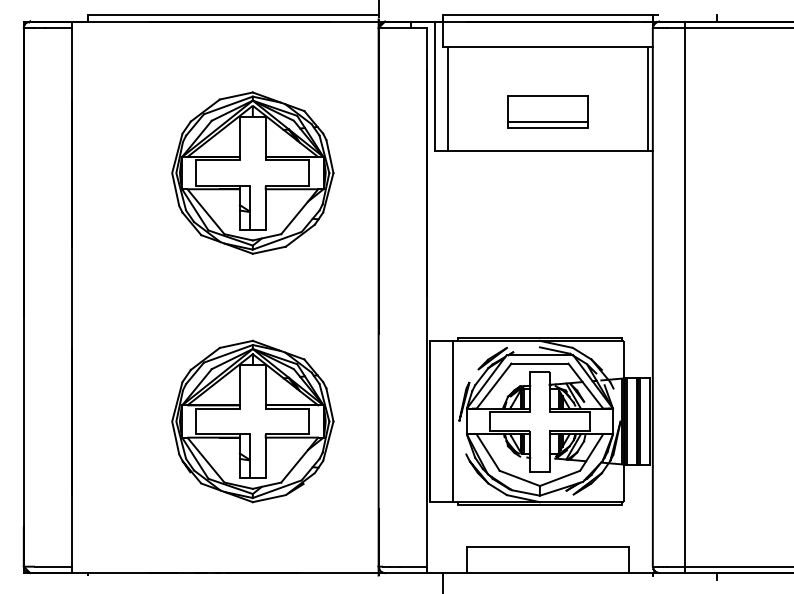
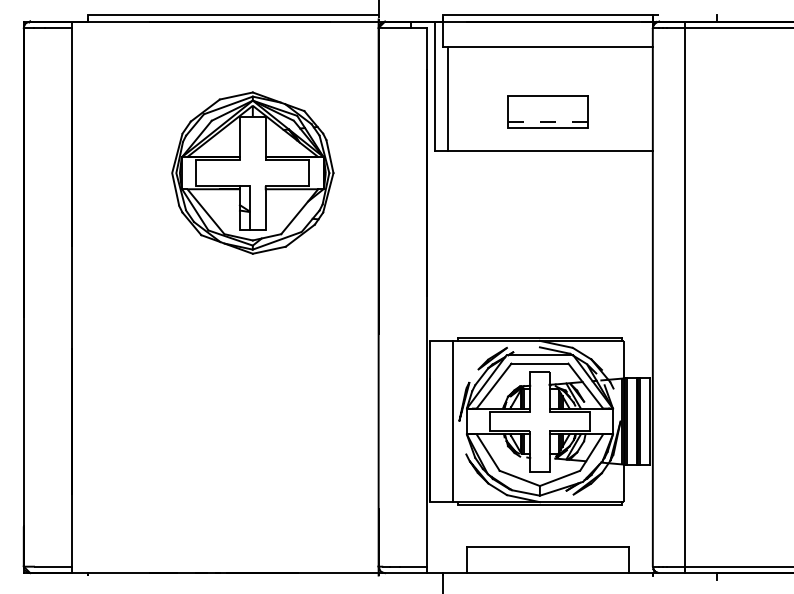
line at (647, 98): present -> none
line at (548, 121): solid -> dashed
part at (252, 421): present -> none
